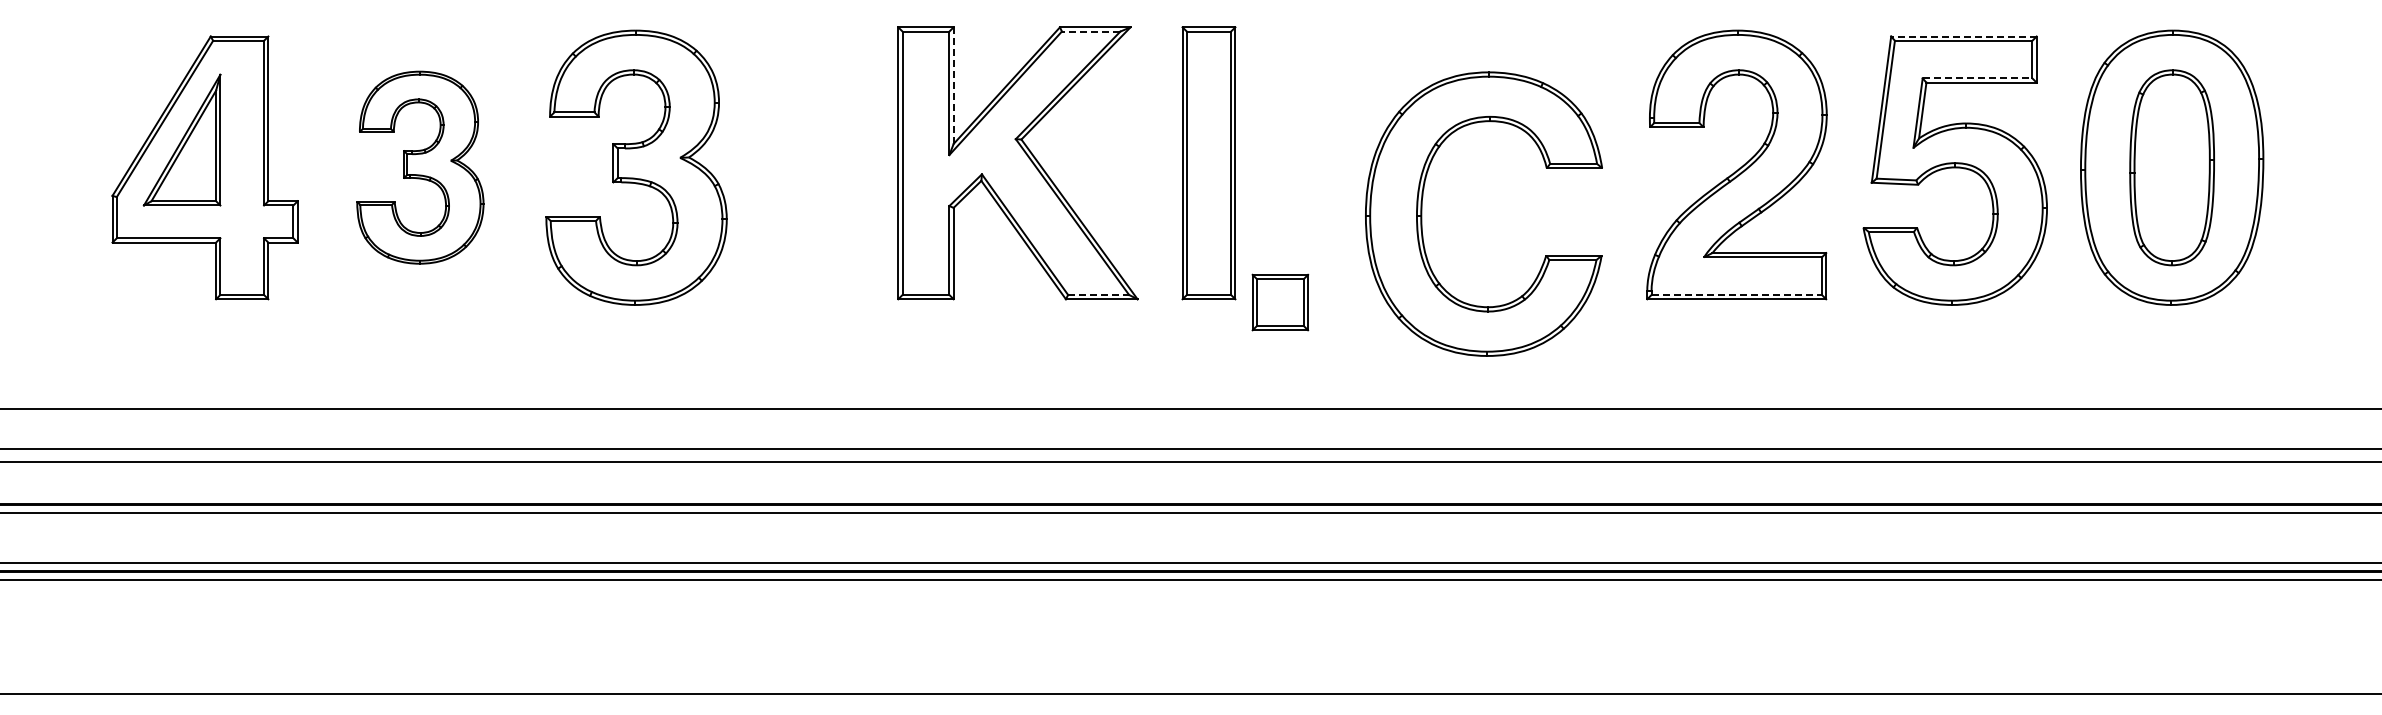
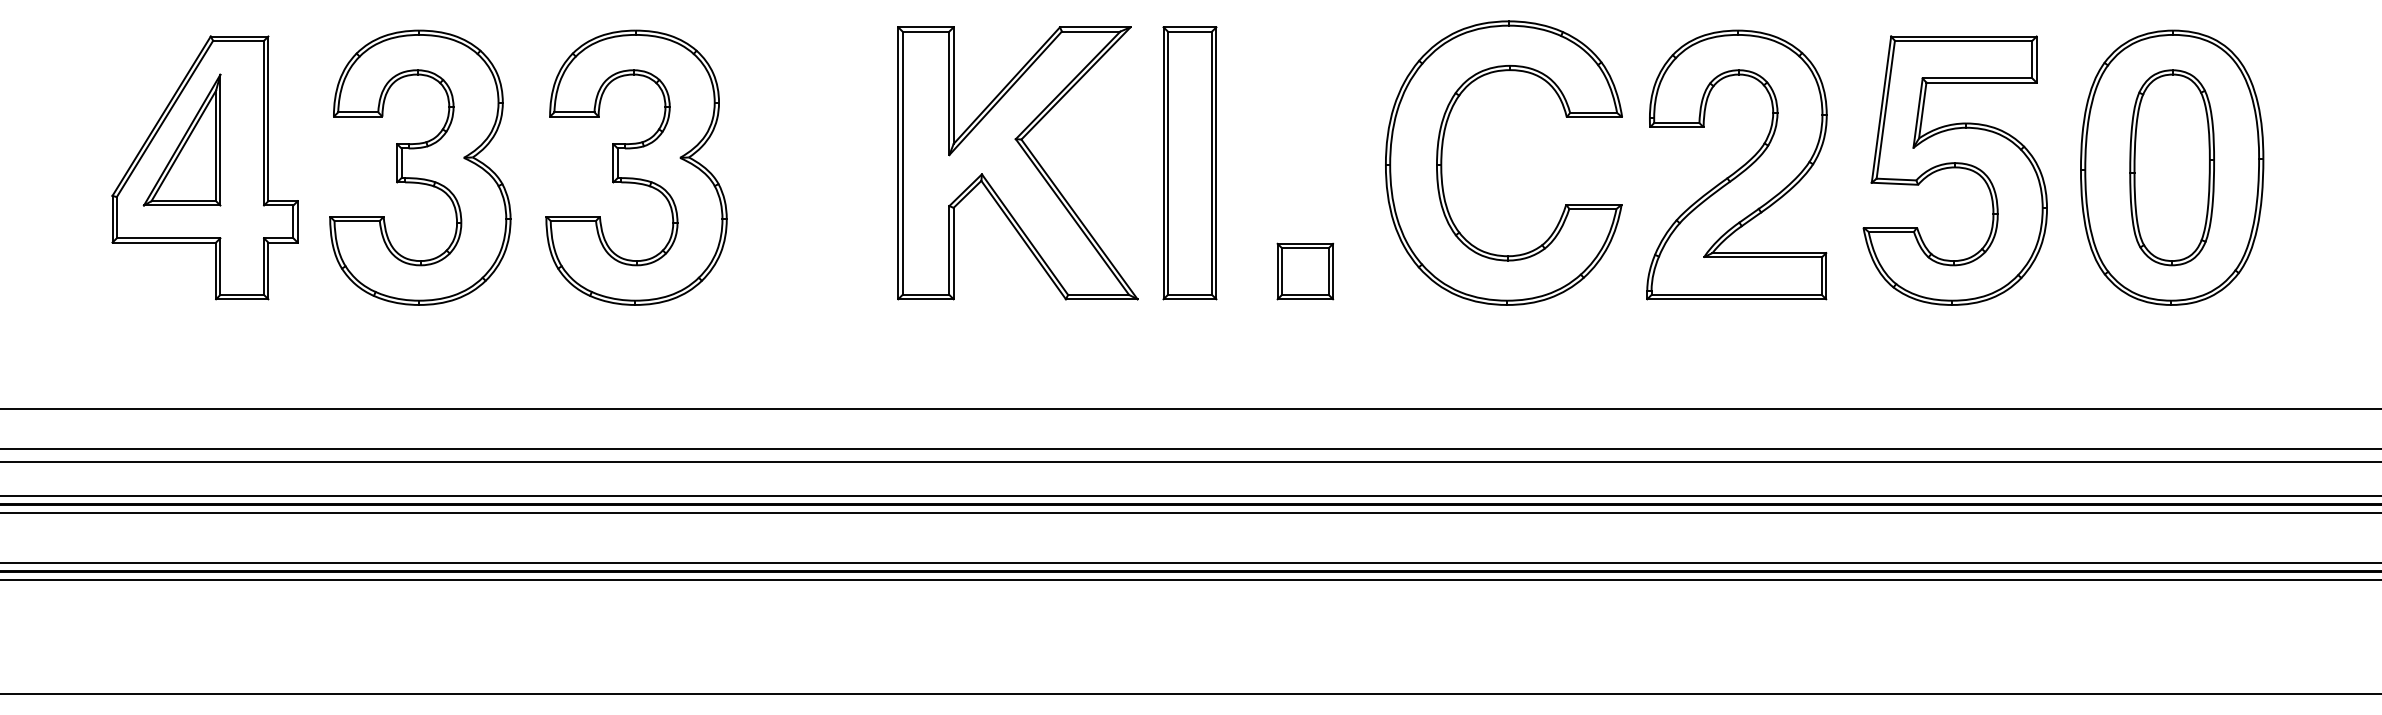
line at (1090, 31): dashed -> solid
line at (1963, 36): dashed -> solid
line at (1977, 78): dashed -> solid
line at (953, 85): dashed -> solid
part at (1208, 163) position: (1208, 163) -> (1189, 163)
part at (420, 167) size: 129x195 px -> 183x277 px
part at (1422, 213) position: (1422, 213) -> (1442, 162)
line at (1099, 294): dashed -> solid
line at (1737, 294): dashed -> solid
part at (1280, 302) position: (1280, 302) -> (1305, 271)
line at (1190, 495): none -> present
